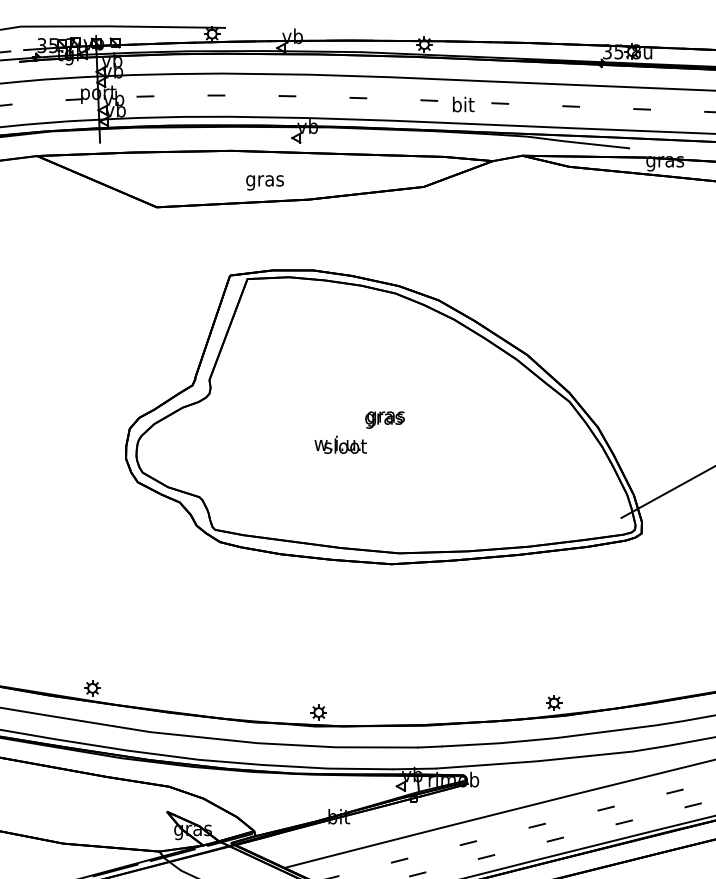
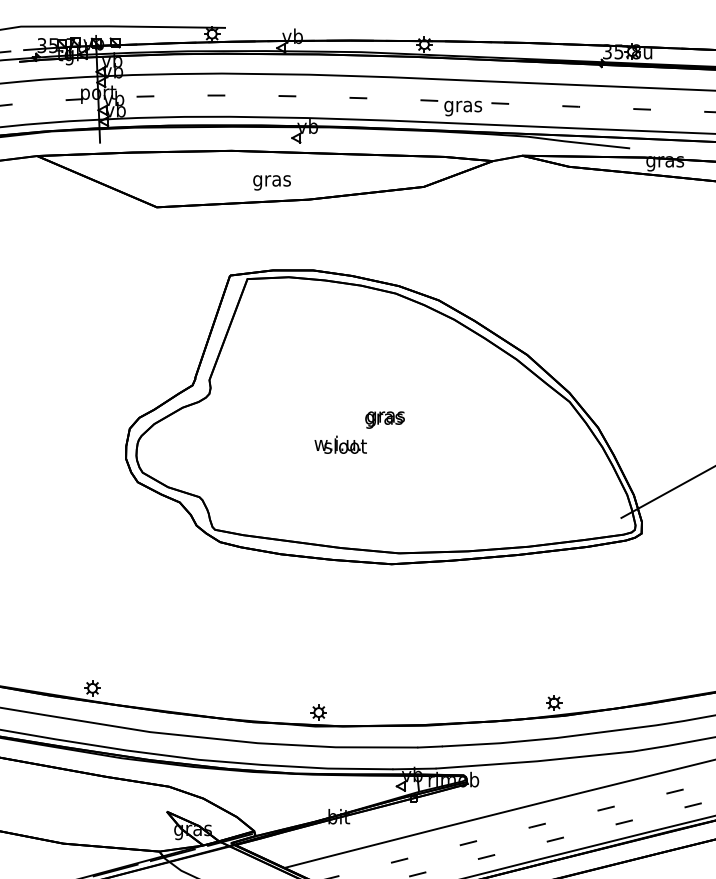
text at (463, 106): bit -> gras
text at (264, 182) position: (264, 182) -> (271, 182)
